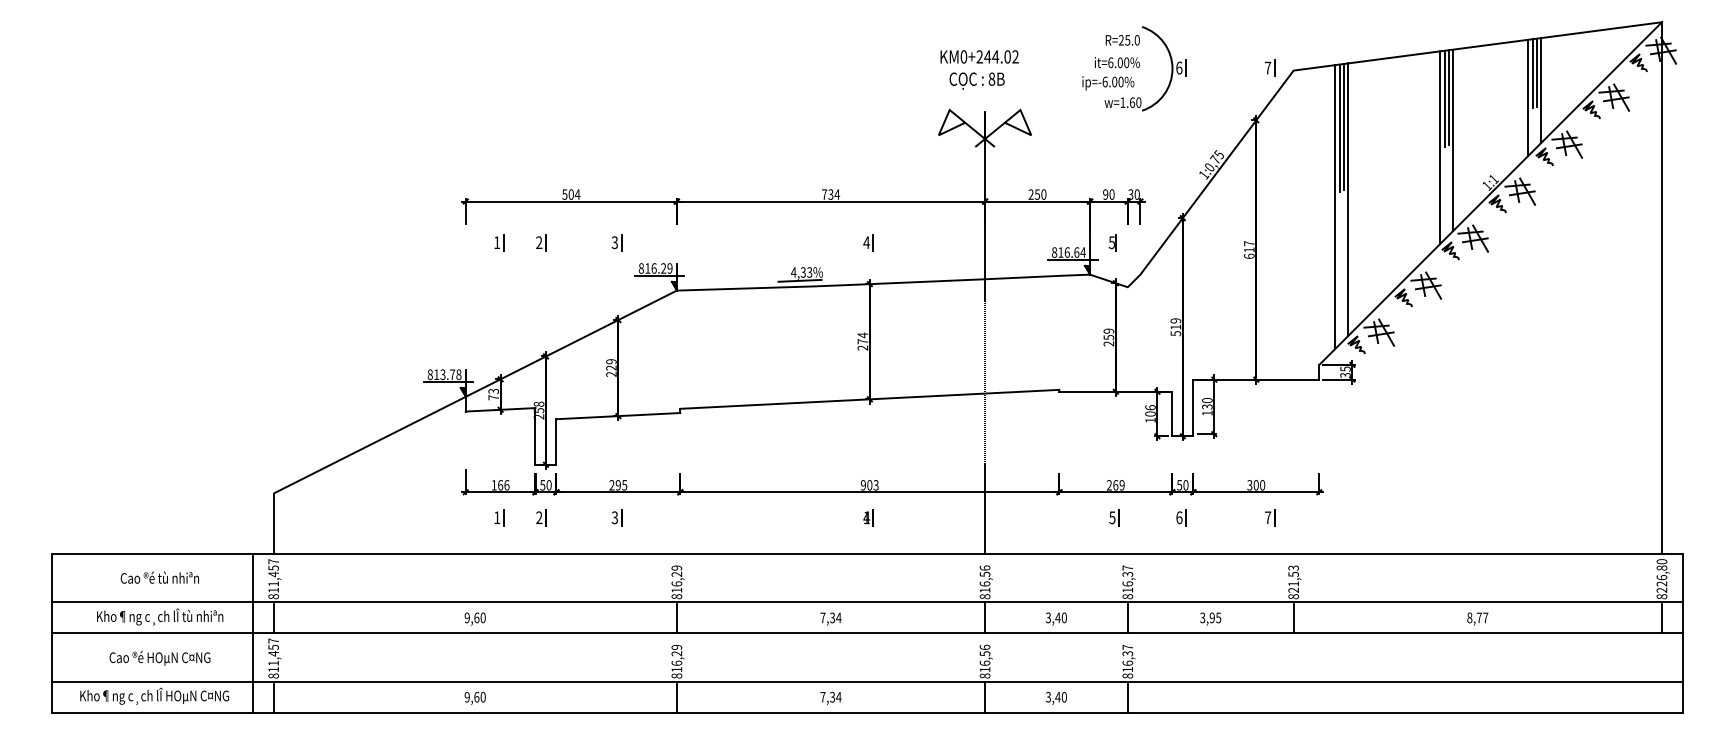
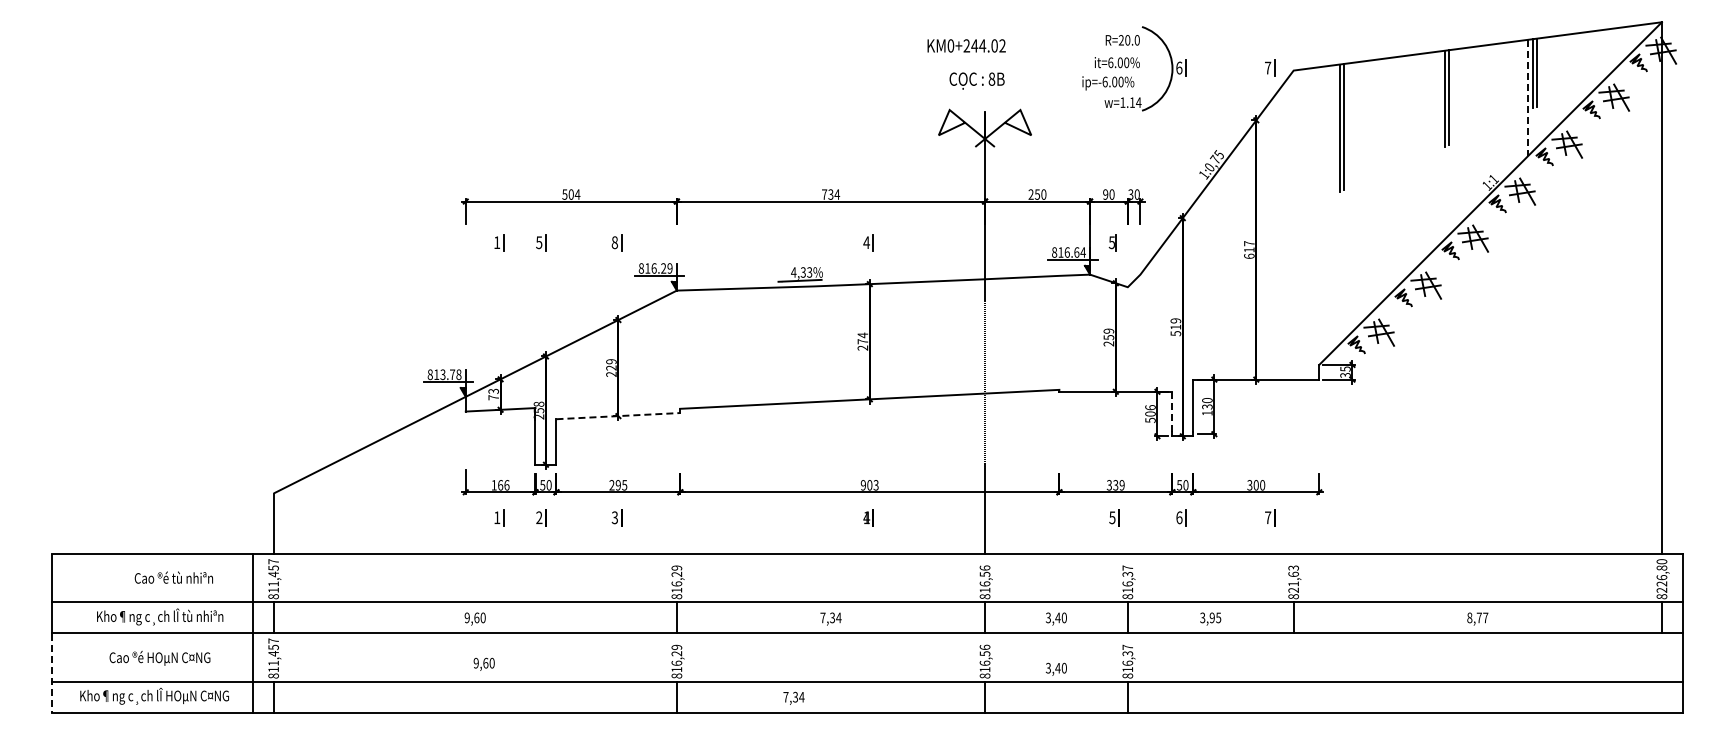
text at (1127, 40): R=25.0 -> R=20.0
text at (979, 56) position: (979, 56) -> (966, 45)
line at (1540, 90): present -> none
line at (1528, 98): solid -> dashed
text at (1135, 102): w=1.60 -> w=1.14
line at (1452, 140): present -> none
line at (1440, 147): present -> none
line at (1348, 199): present -> none
line at (1335, 206): present -> none
text at (539, 242): 2 -> 5
text at (614, 242): 3 -> 8
line at (1172, 412): solid -> dashed
line at (618, 416): solid -> dashed
text at (1150, 420): 106 -> 506
text at (1112, 485): 269 -> 339
text at (1293, 574): 821,53 -> 821,63
text at (159, 577) position: (159, 577) -> (173, 577)
line at (52, 674): solid -> dashed
text at (474, 697) position: (474, 697) -> (483, 663)
text at (830, 697) position: (830, 697) -> (793, 697)
text at (1055, 697) position: (1055, 697) -> (1055, 668)
